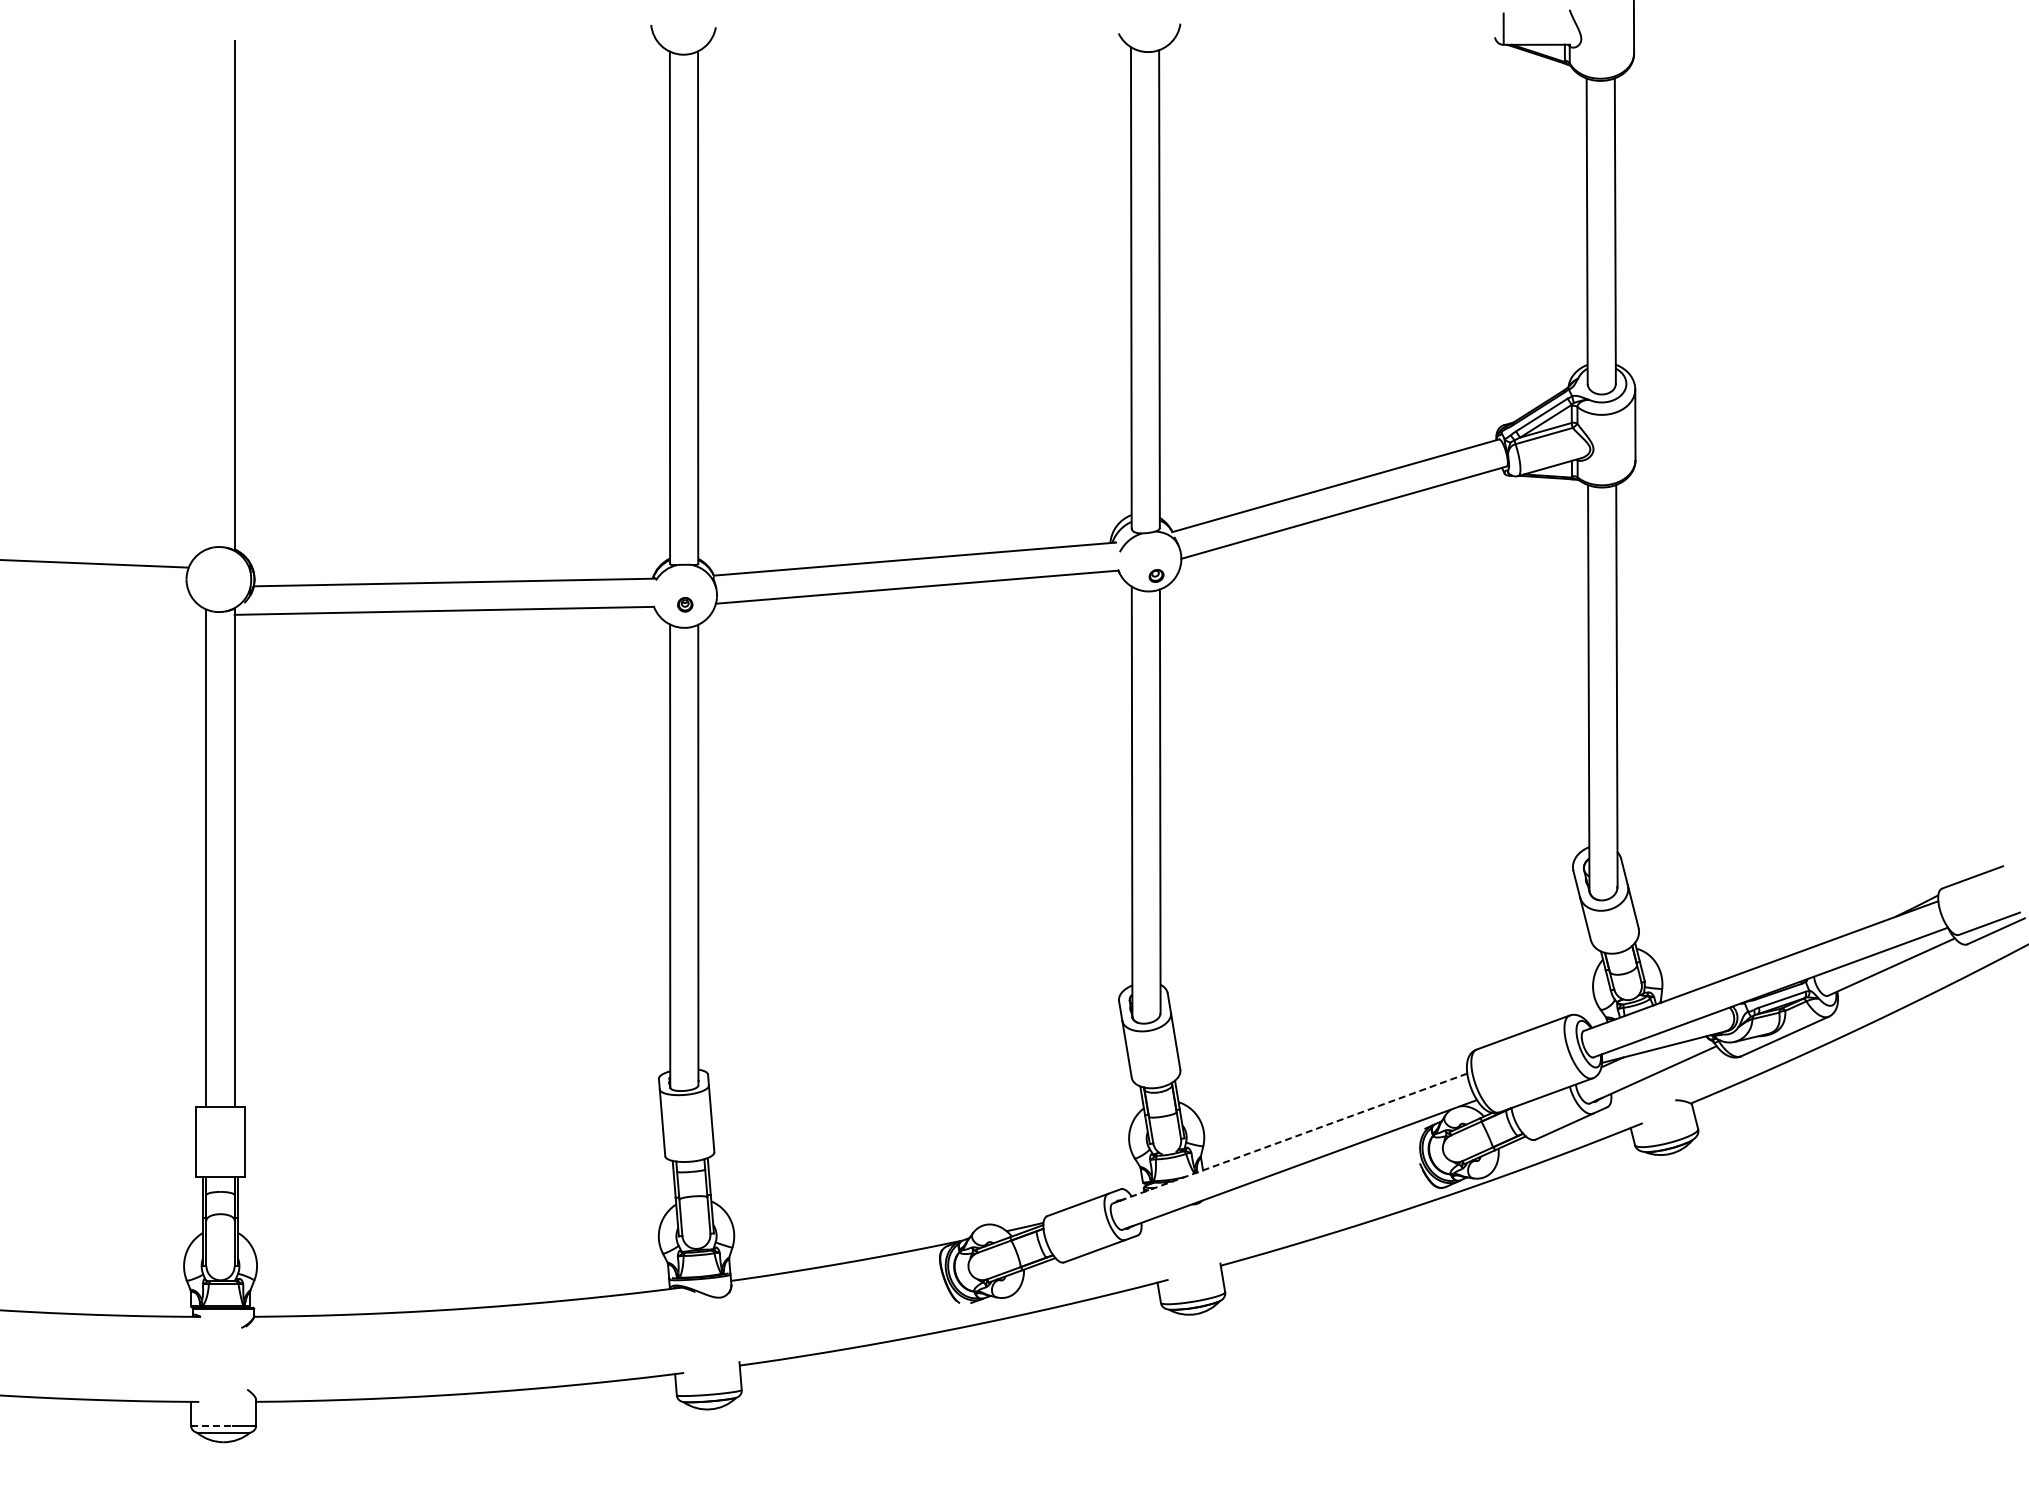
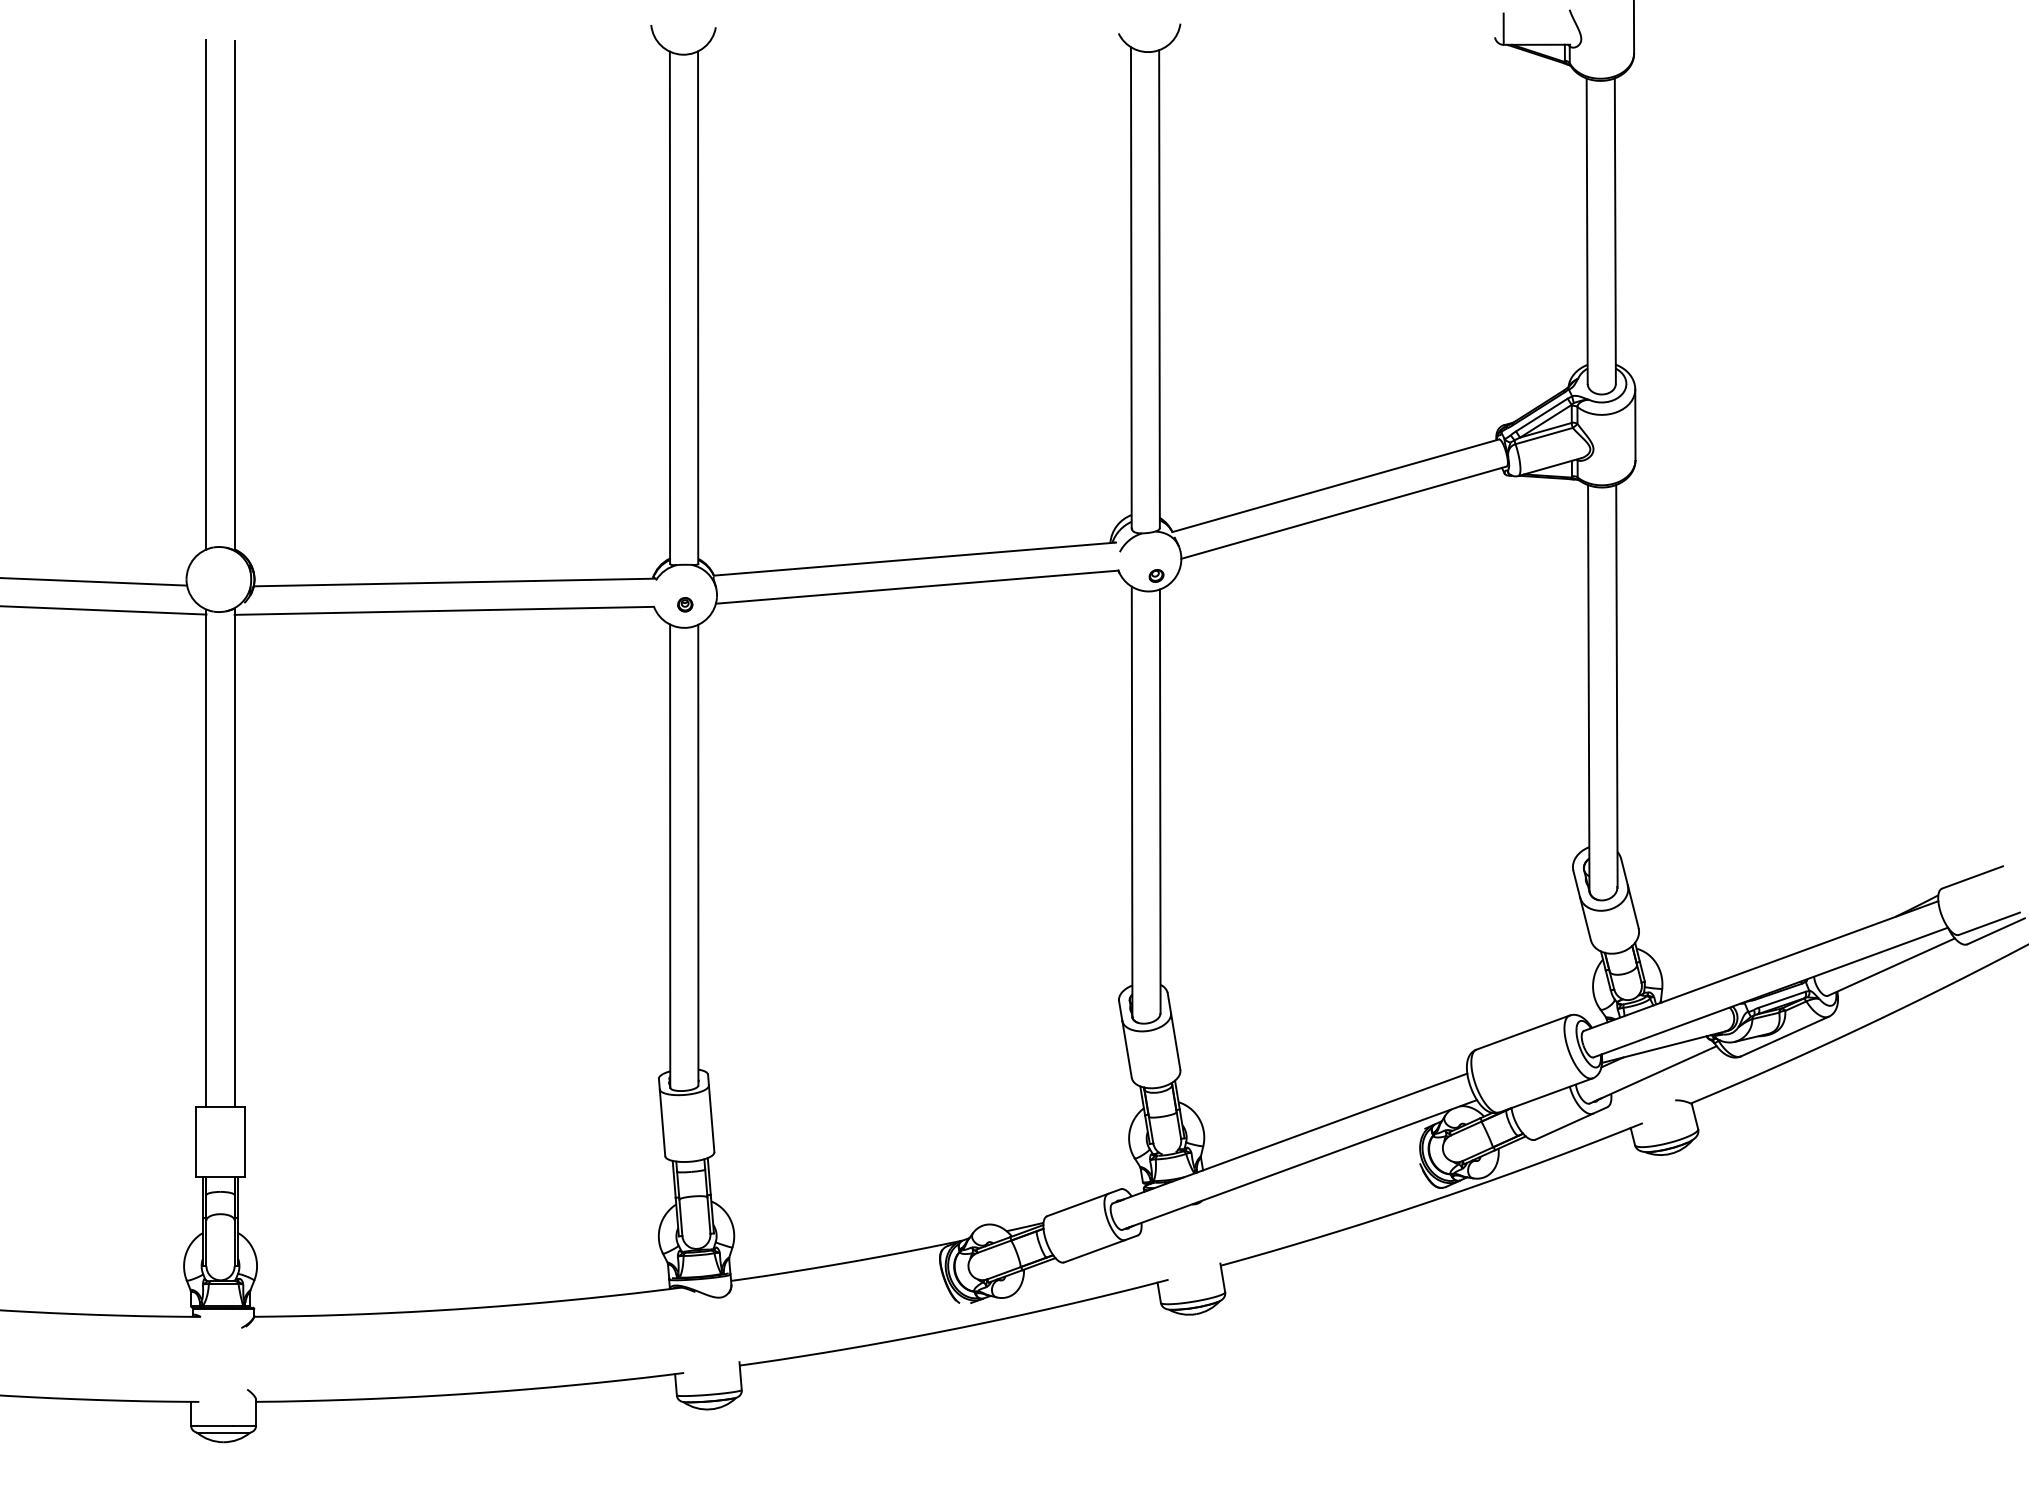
line at (206, 294): none -> present
line at (95, 563) position: (95, 563) -> (94, 581)
line at (104, 610): none -> present
line at (1290, 1138): dashed -> solid
line at (212, 1425): dashed -> solid
